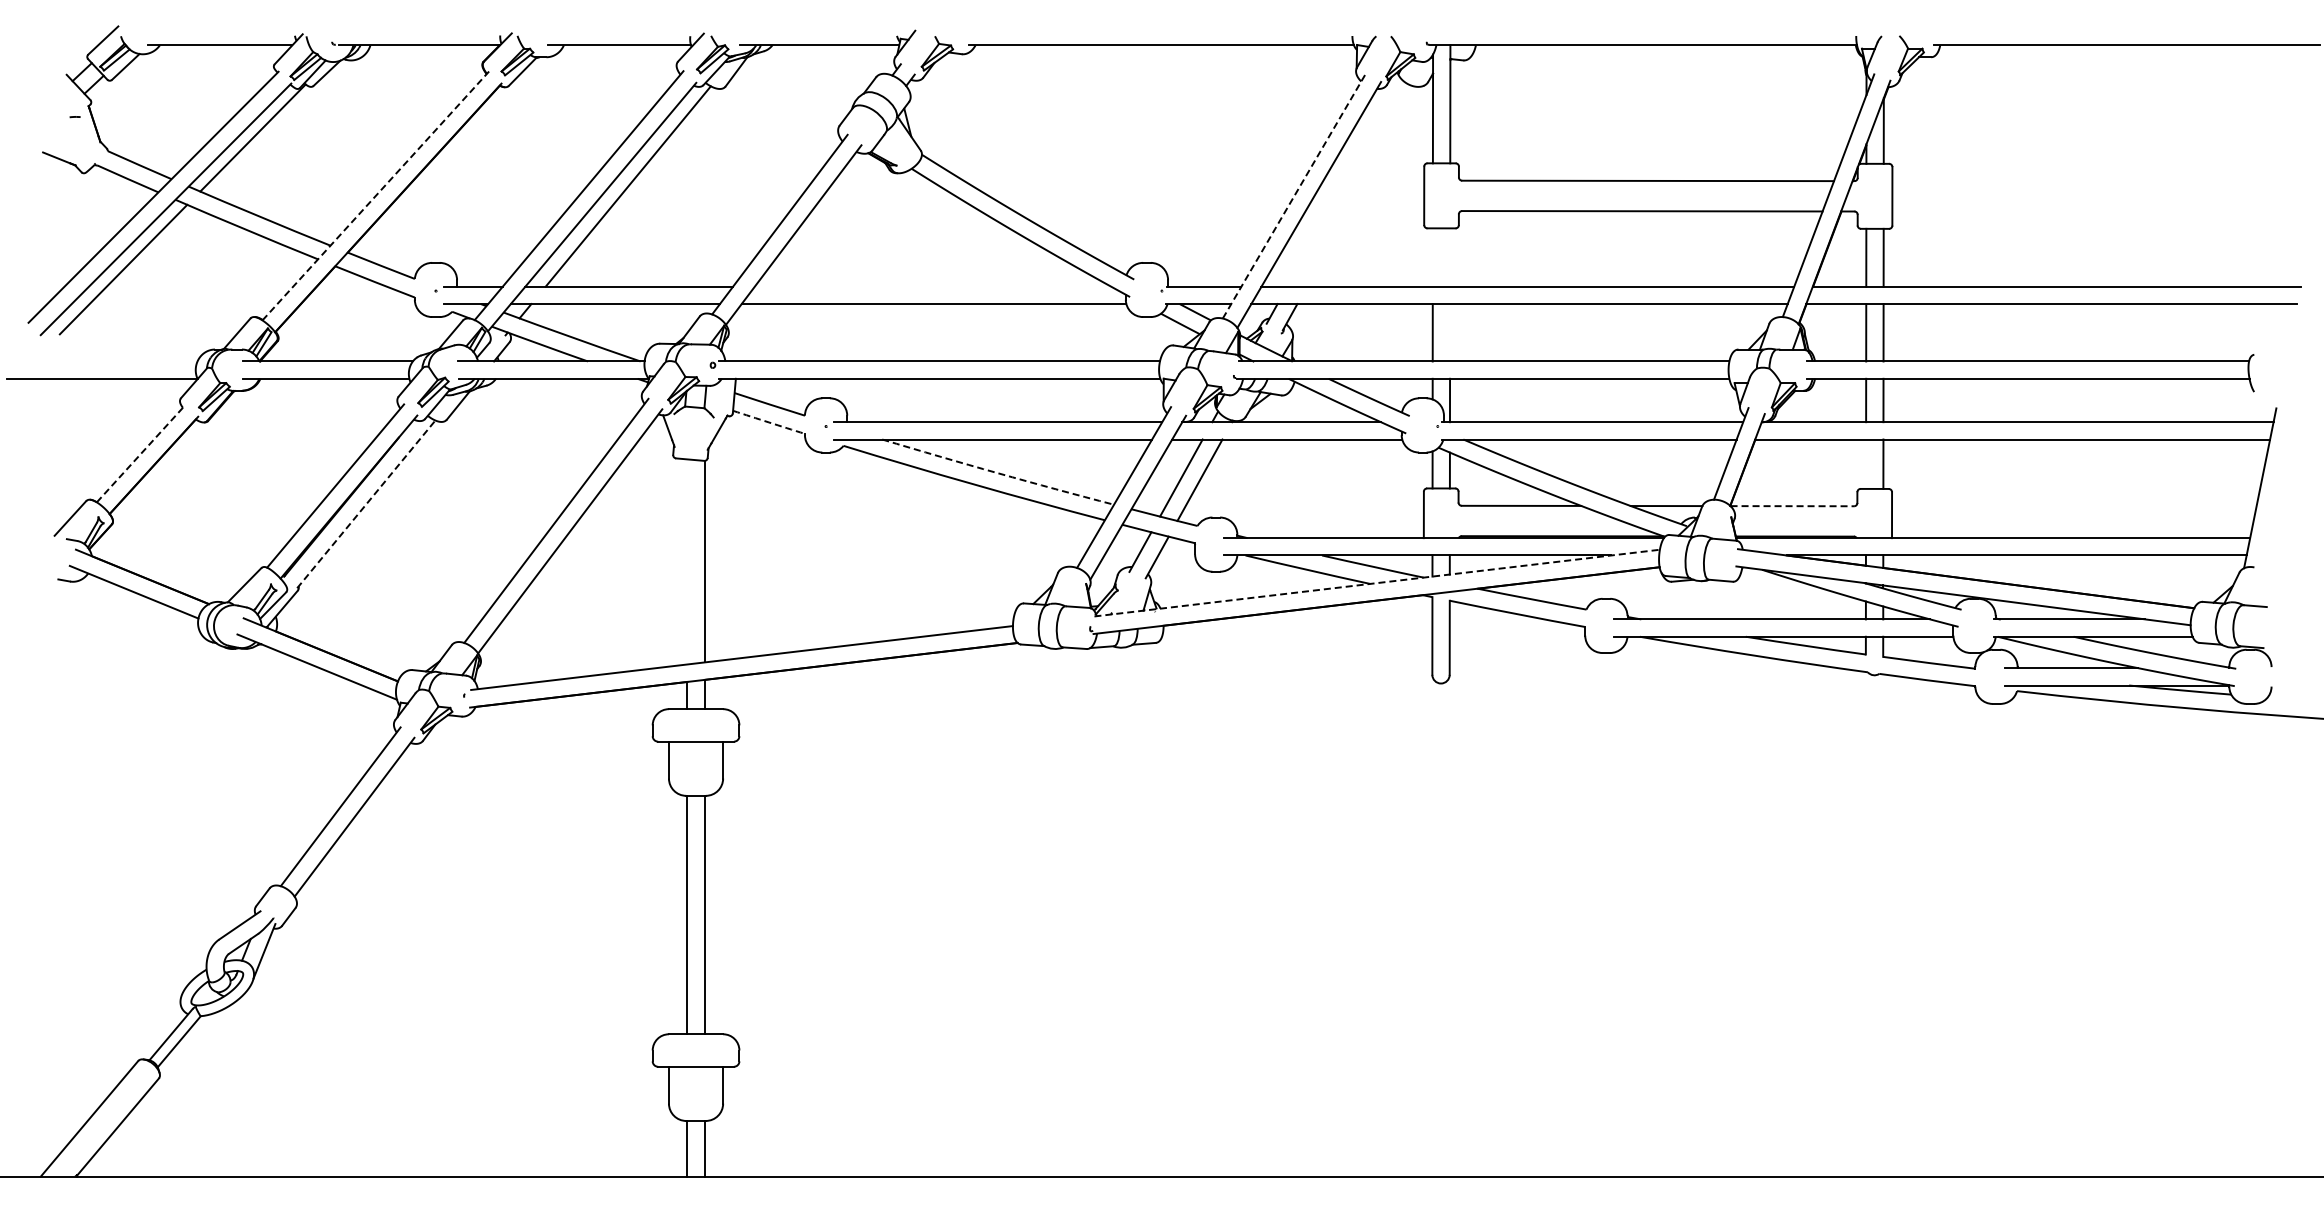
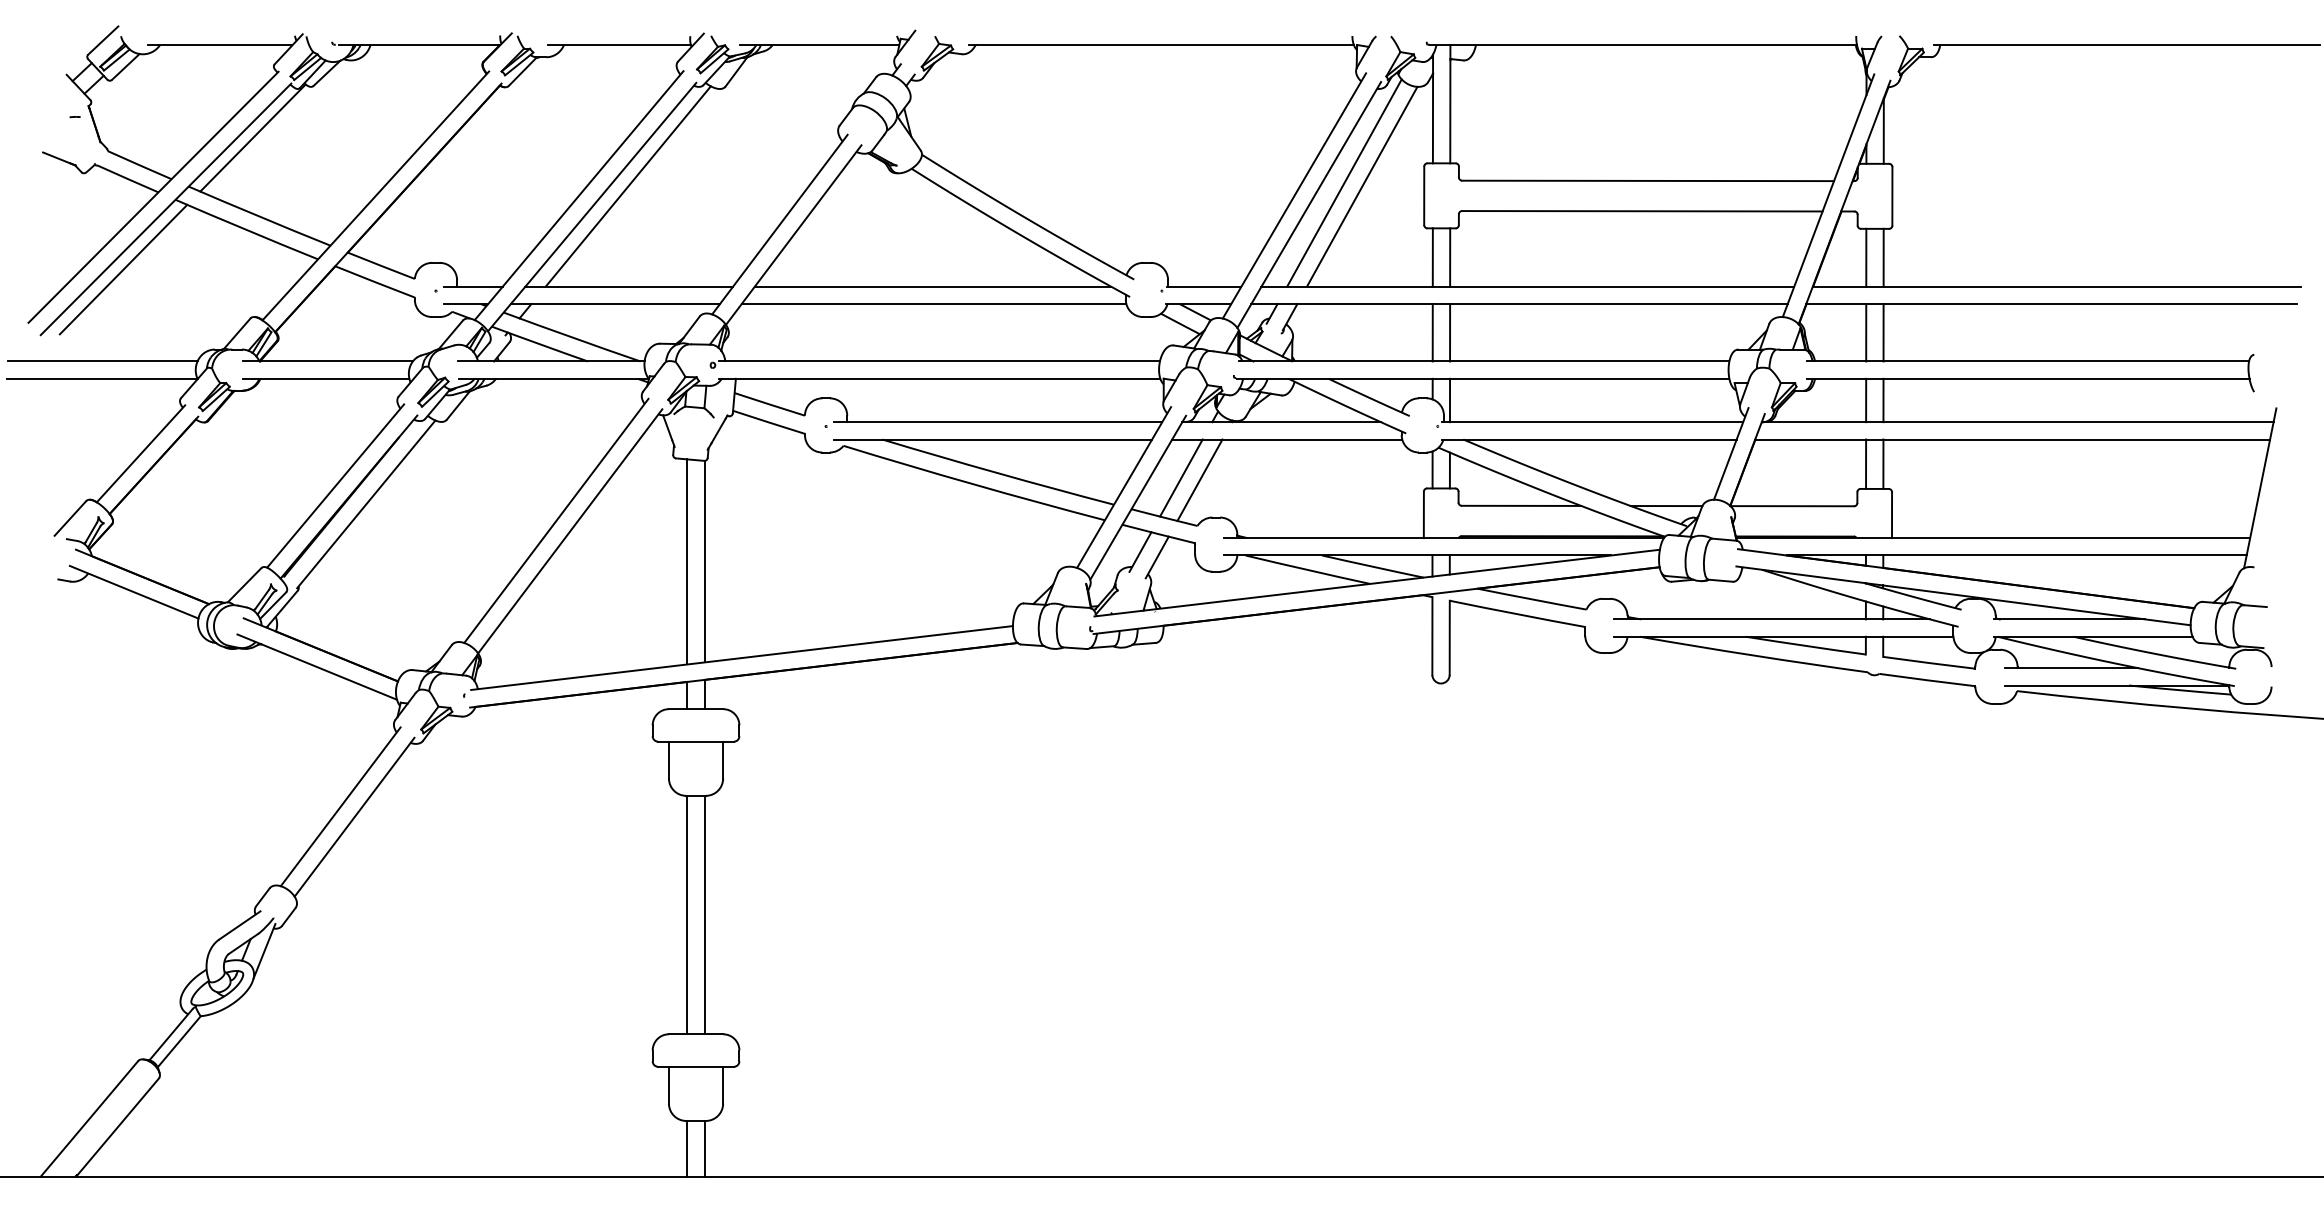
line at (1344, 182): none -> present
line at (1361, 186): none -> present
line at (376, 195): dashed -> solid
line at (1294, 195): dashed -> solid
line at (1432, 257): none -> present
line at (1450, 257): none -> present
line at (932, 286): none -> present
line at (1450, 332): none -> present
line at (102, 361): none -> present
arc at (769, 422): dashed -> solid
line at (141, 453): dashed -> solid
line at (1866, 463): none -> present
arc at (997, 473): dashed -> solid
line at (366, 504): dashed -> solid
line at (1792, 506): dashed -> solid
line at (687, 561): none -> present
line at (1377, 583): dashed -> solid
